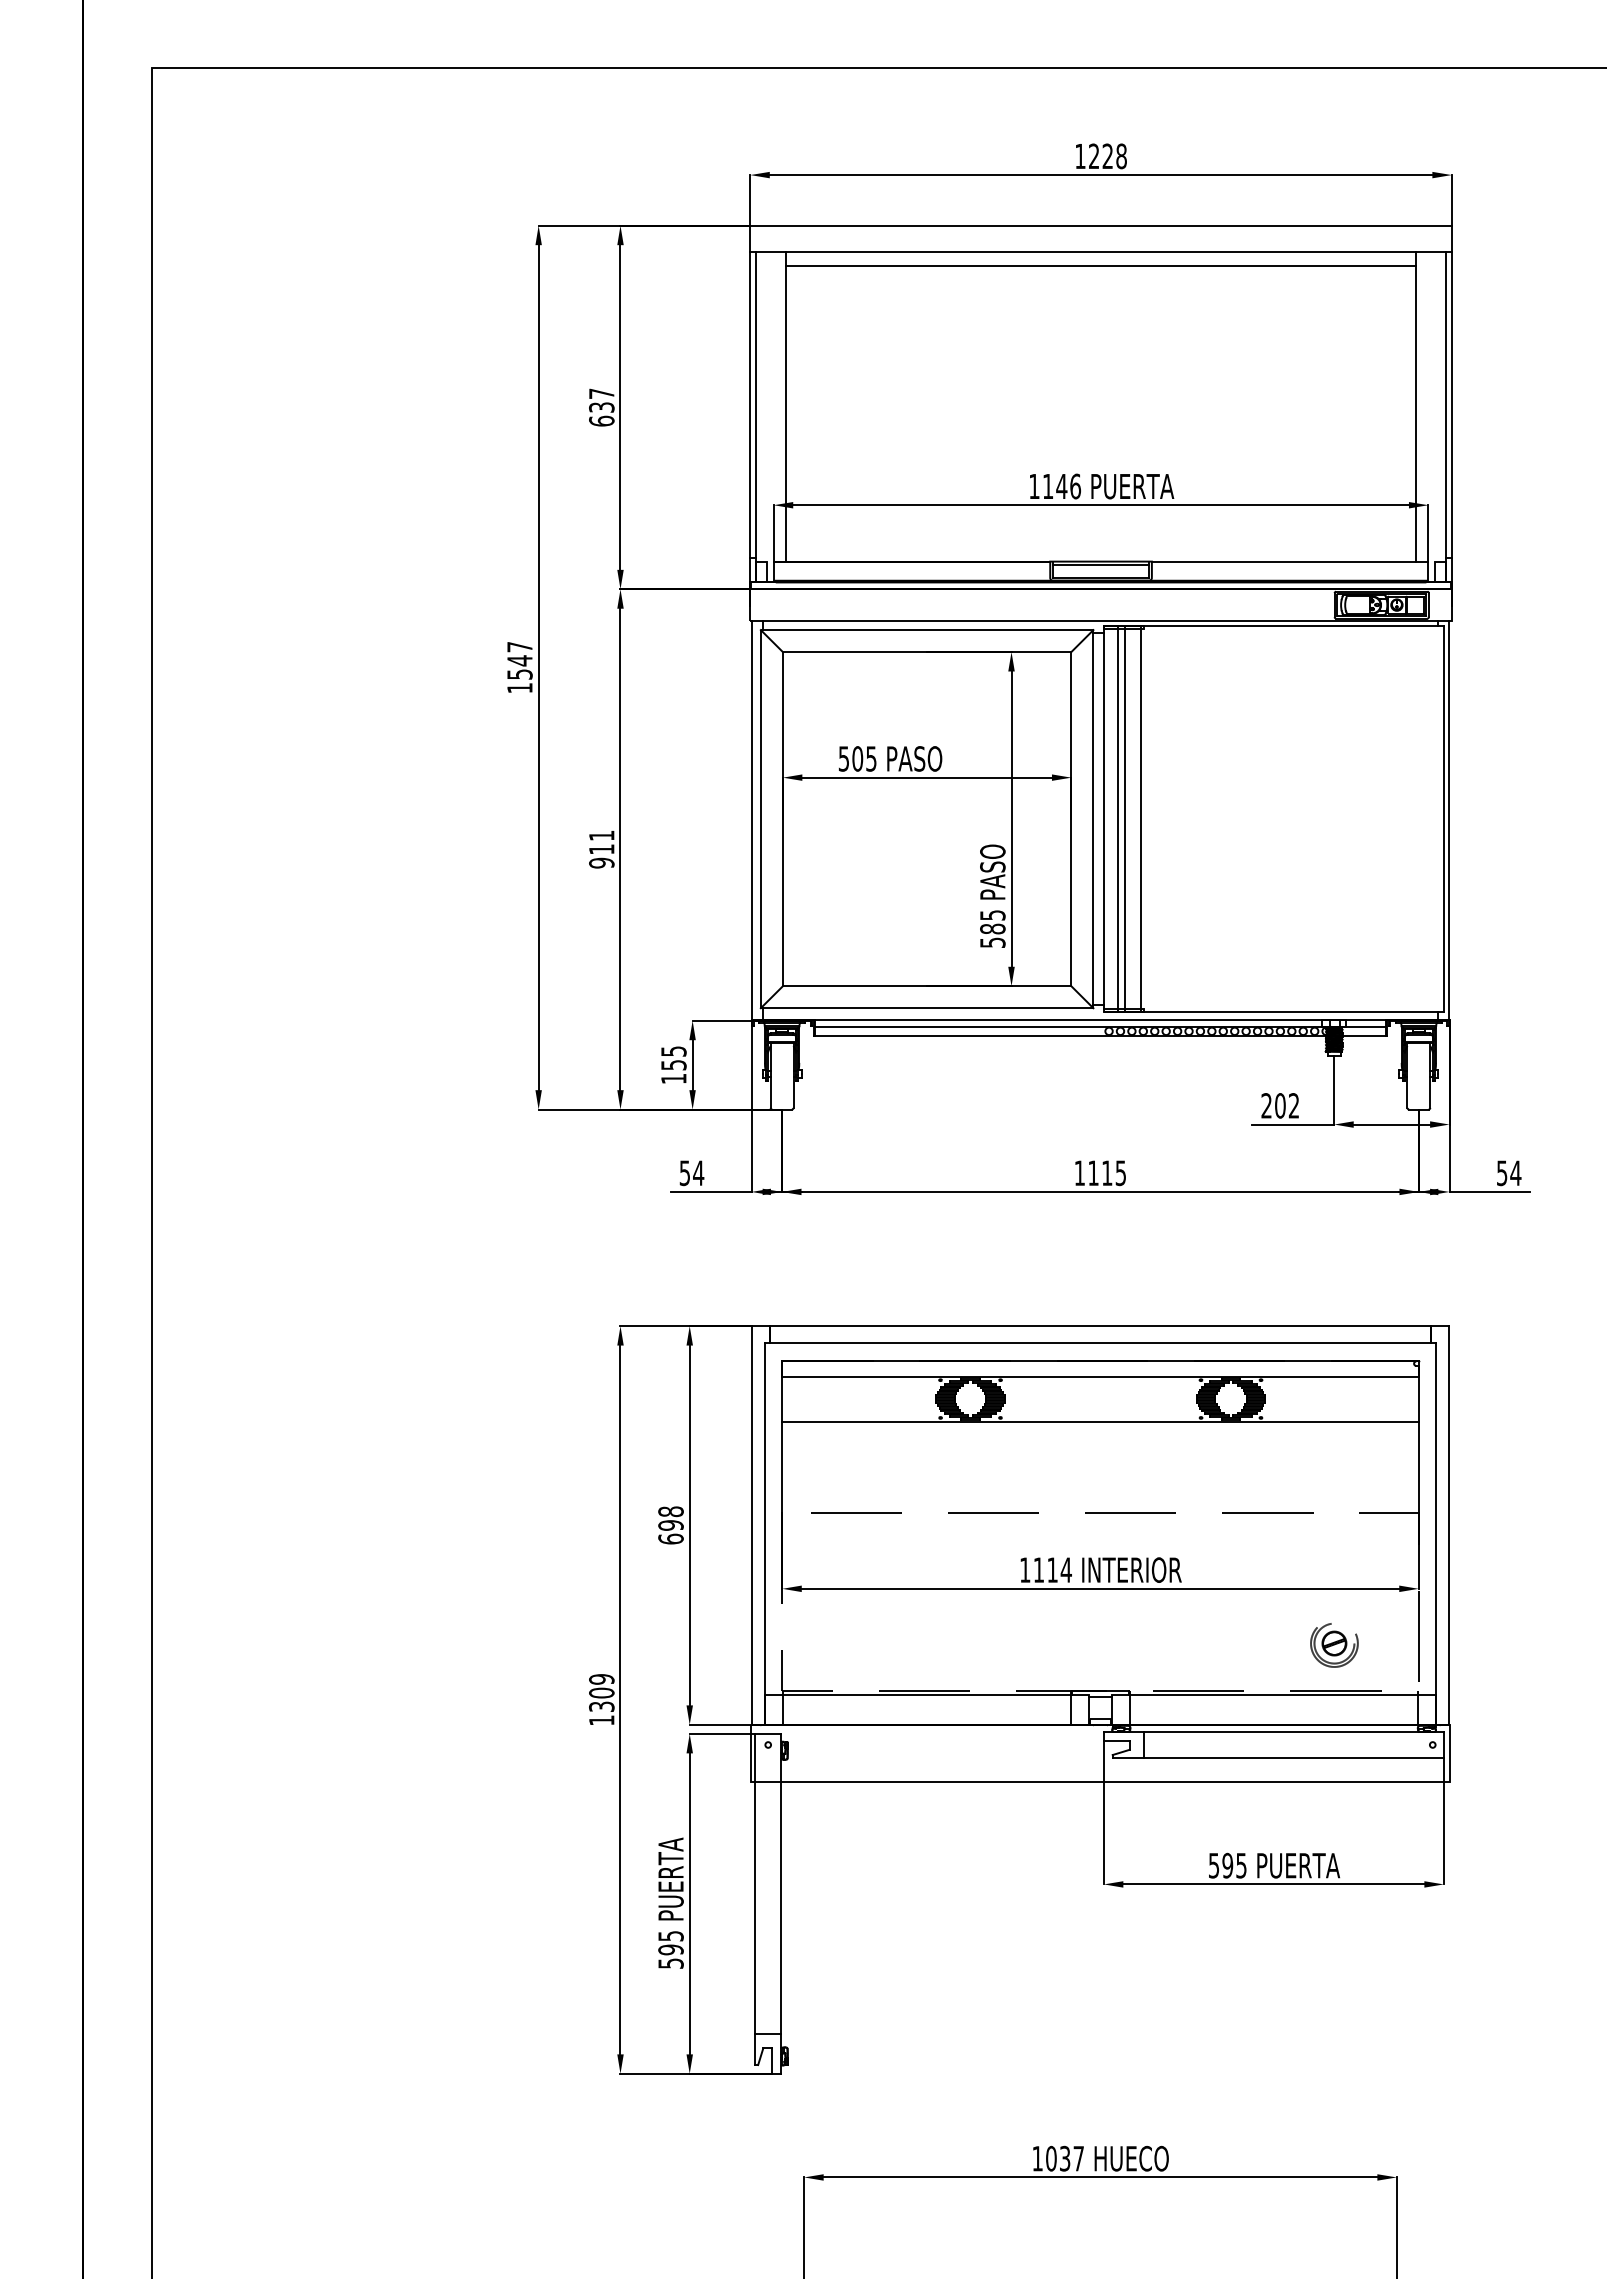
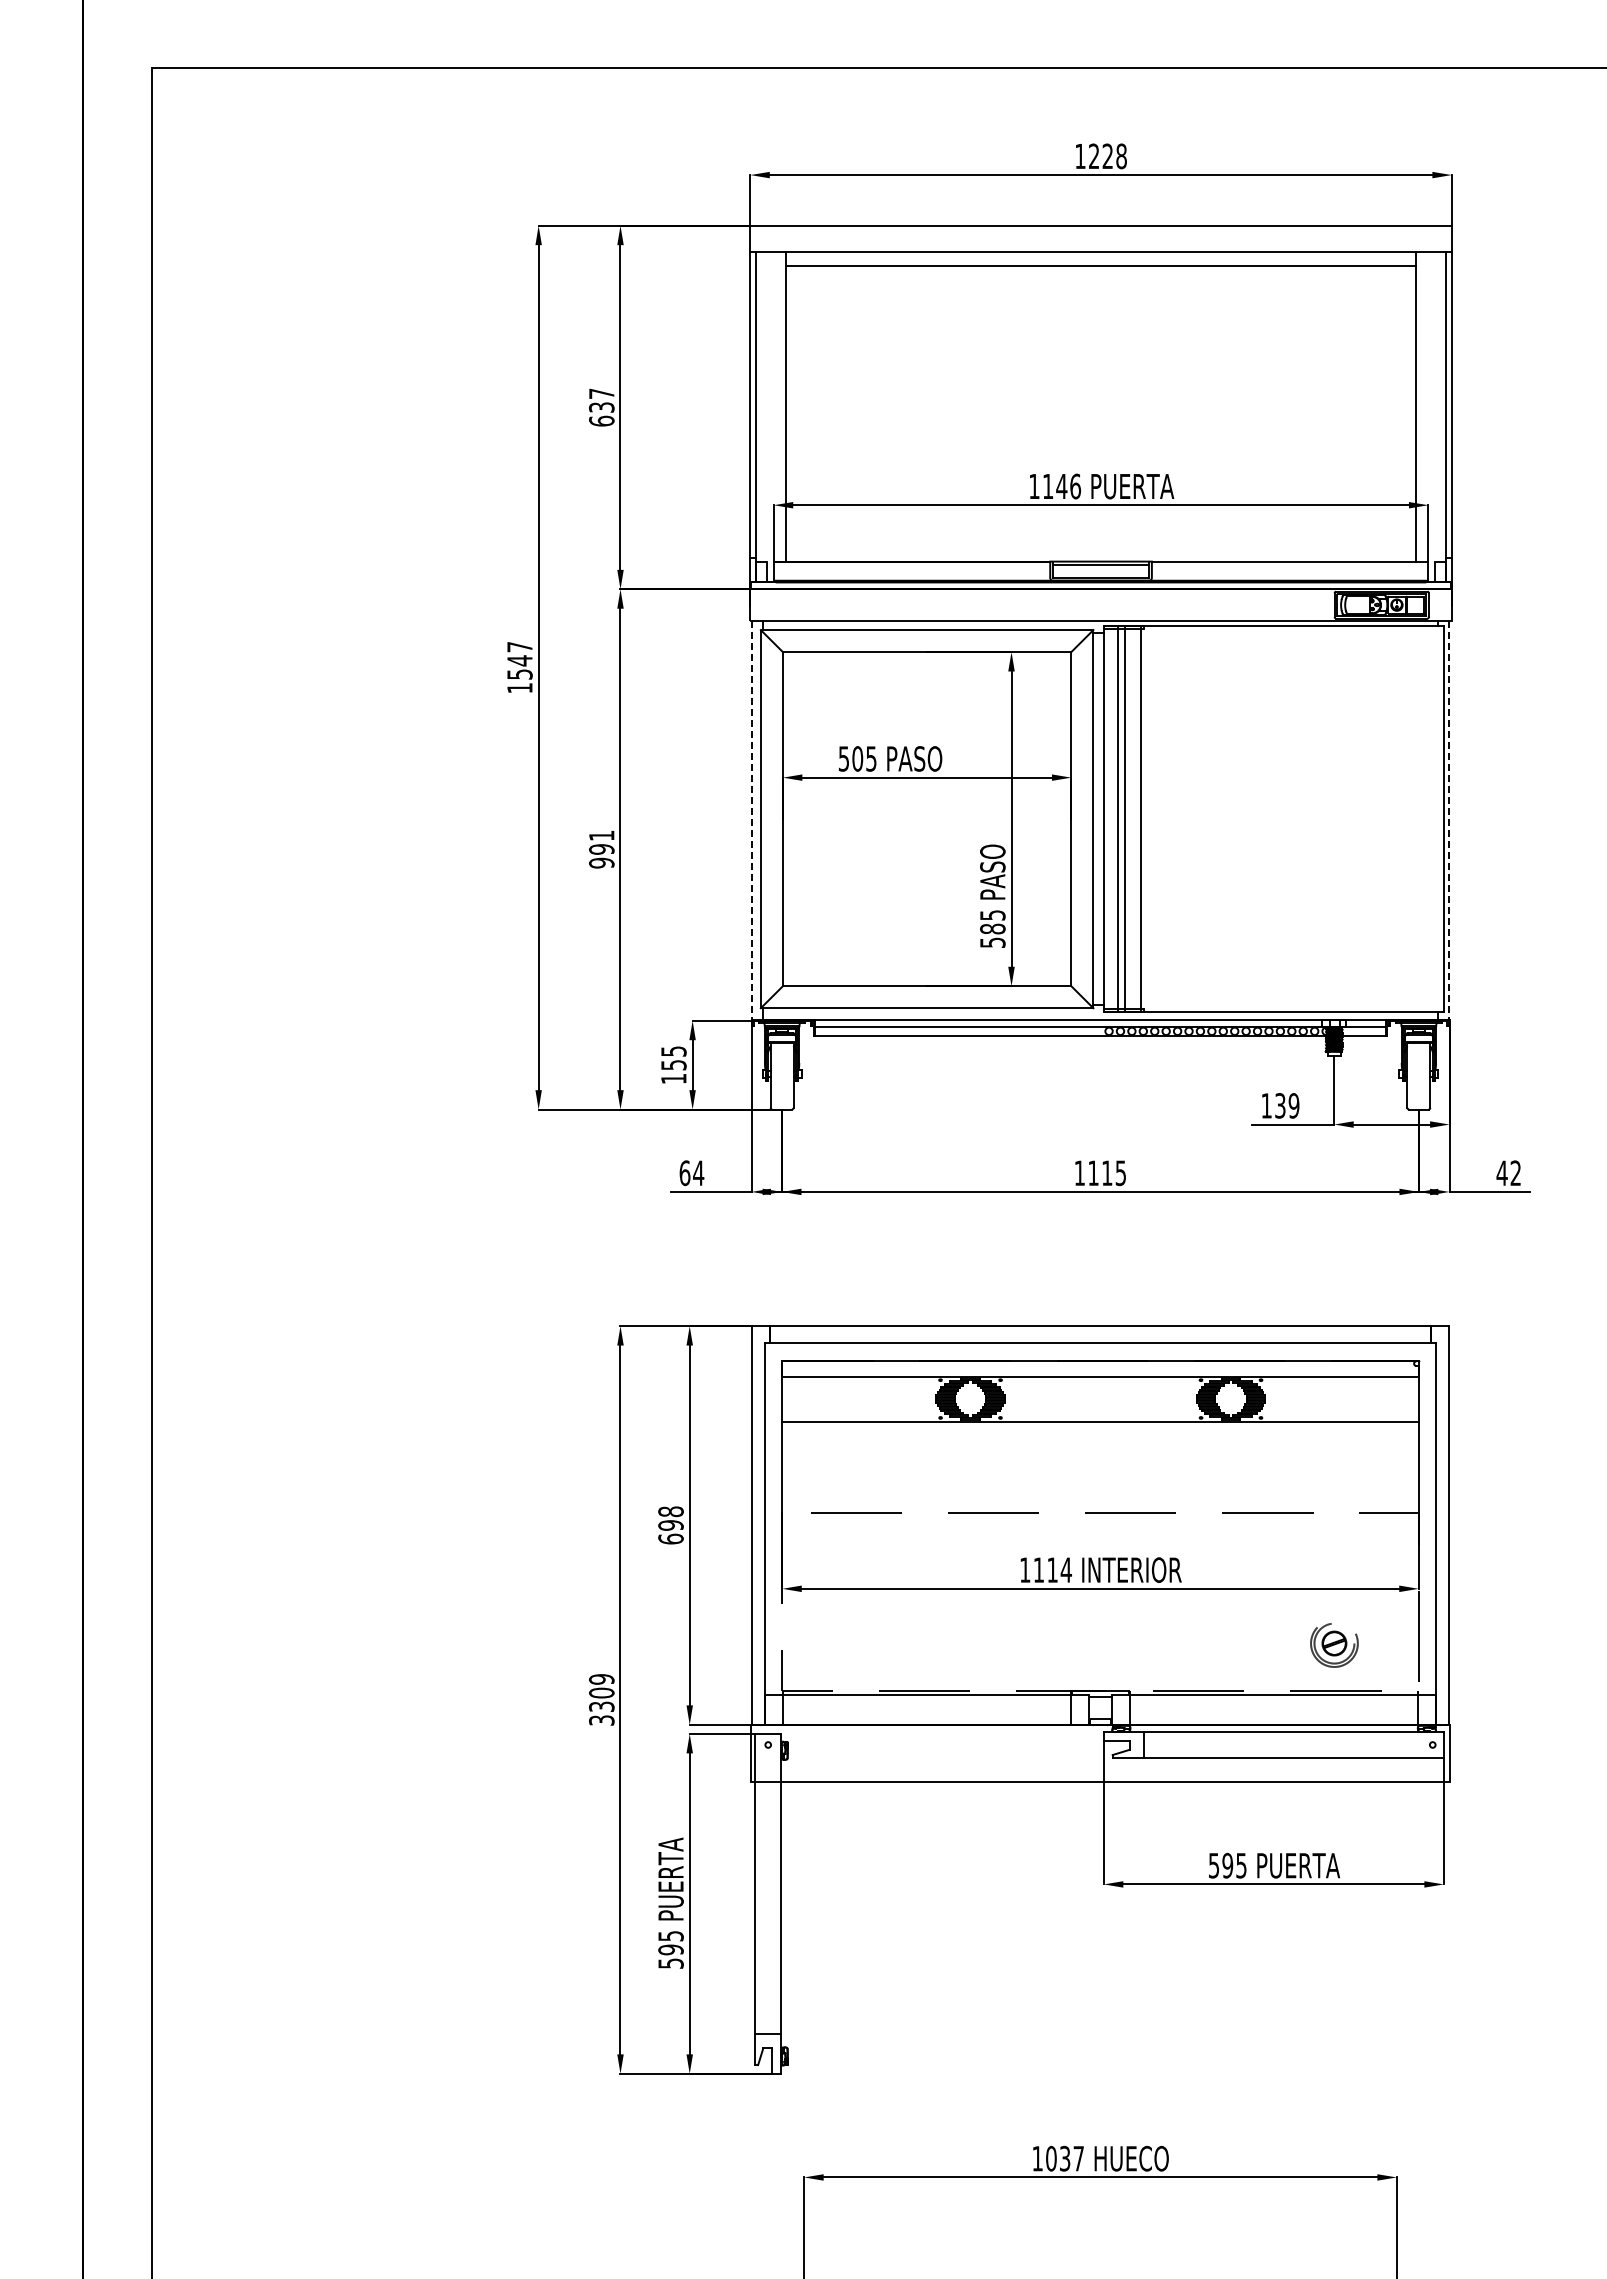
line at (751, 820): solid -> dashed
line at (1449, 820): solid -> dashed
text at (601, 849): 911 -> 991
text at (1280, 1105): 202 -> 139
text at (684, 1173): 54 -> 64
text at (1508, 1173): 54 -> 42
text at (601, 1720): 1309 -> 3309
